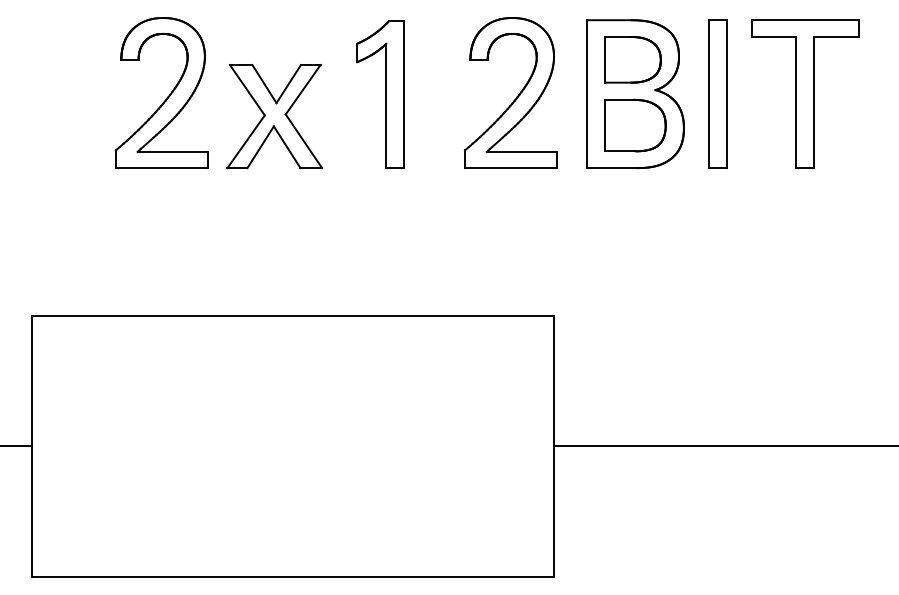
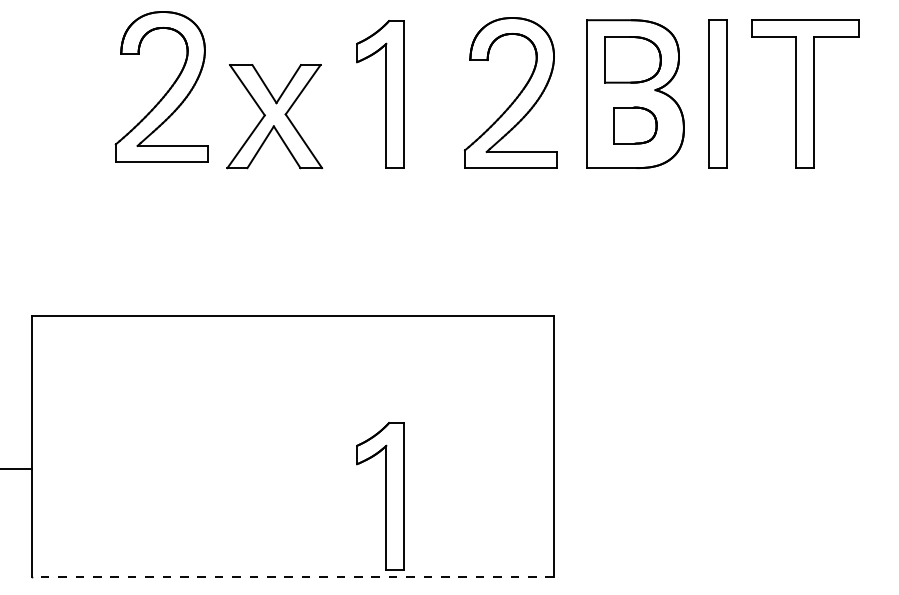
part at (166, 97) position: (166, 97) -> (166, 91)
part at (635, 125) size: 63x55 px -> 45x39 px
line at (17, 446) position: (17, 446) -> (17, 469)
line at (724, 446): present -> none
part at (380, 496): none -> present
line at (293, 576): solid -> dashed
